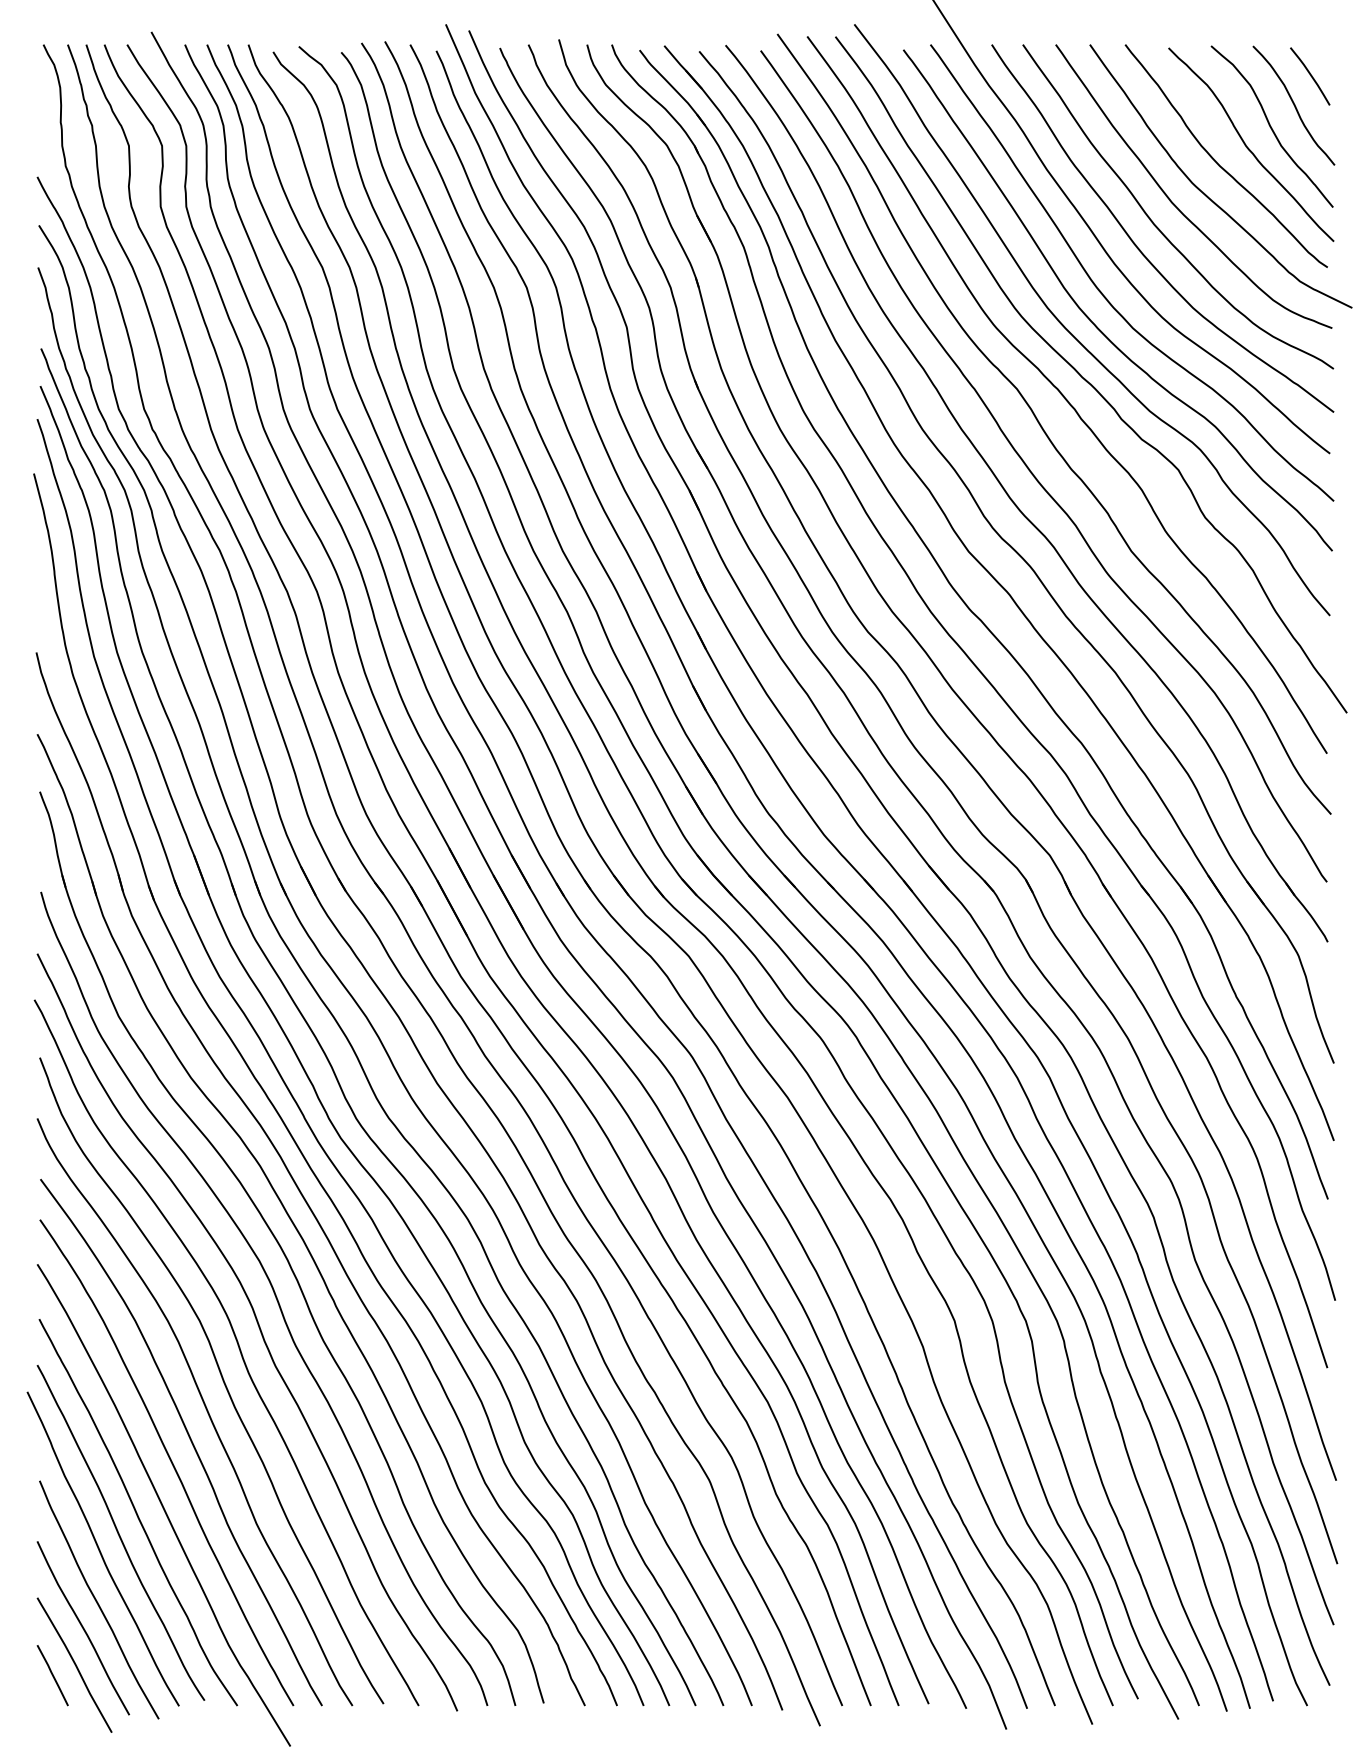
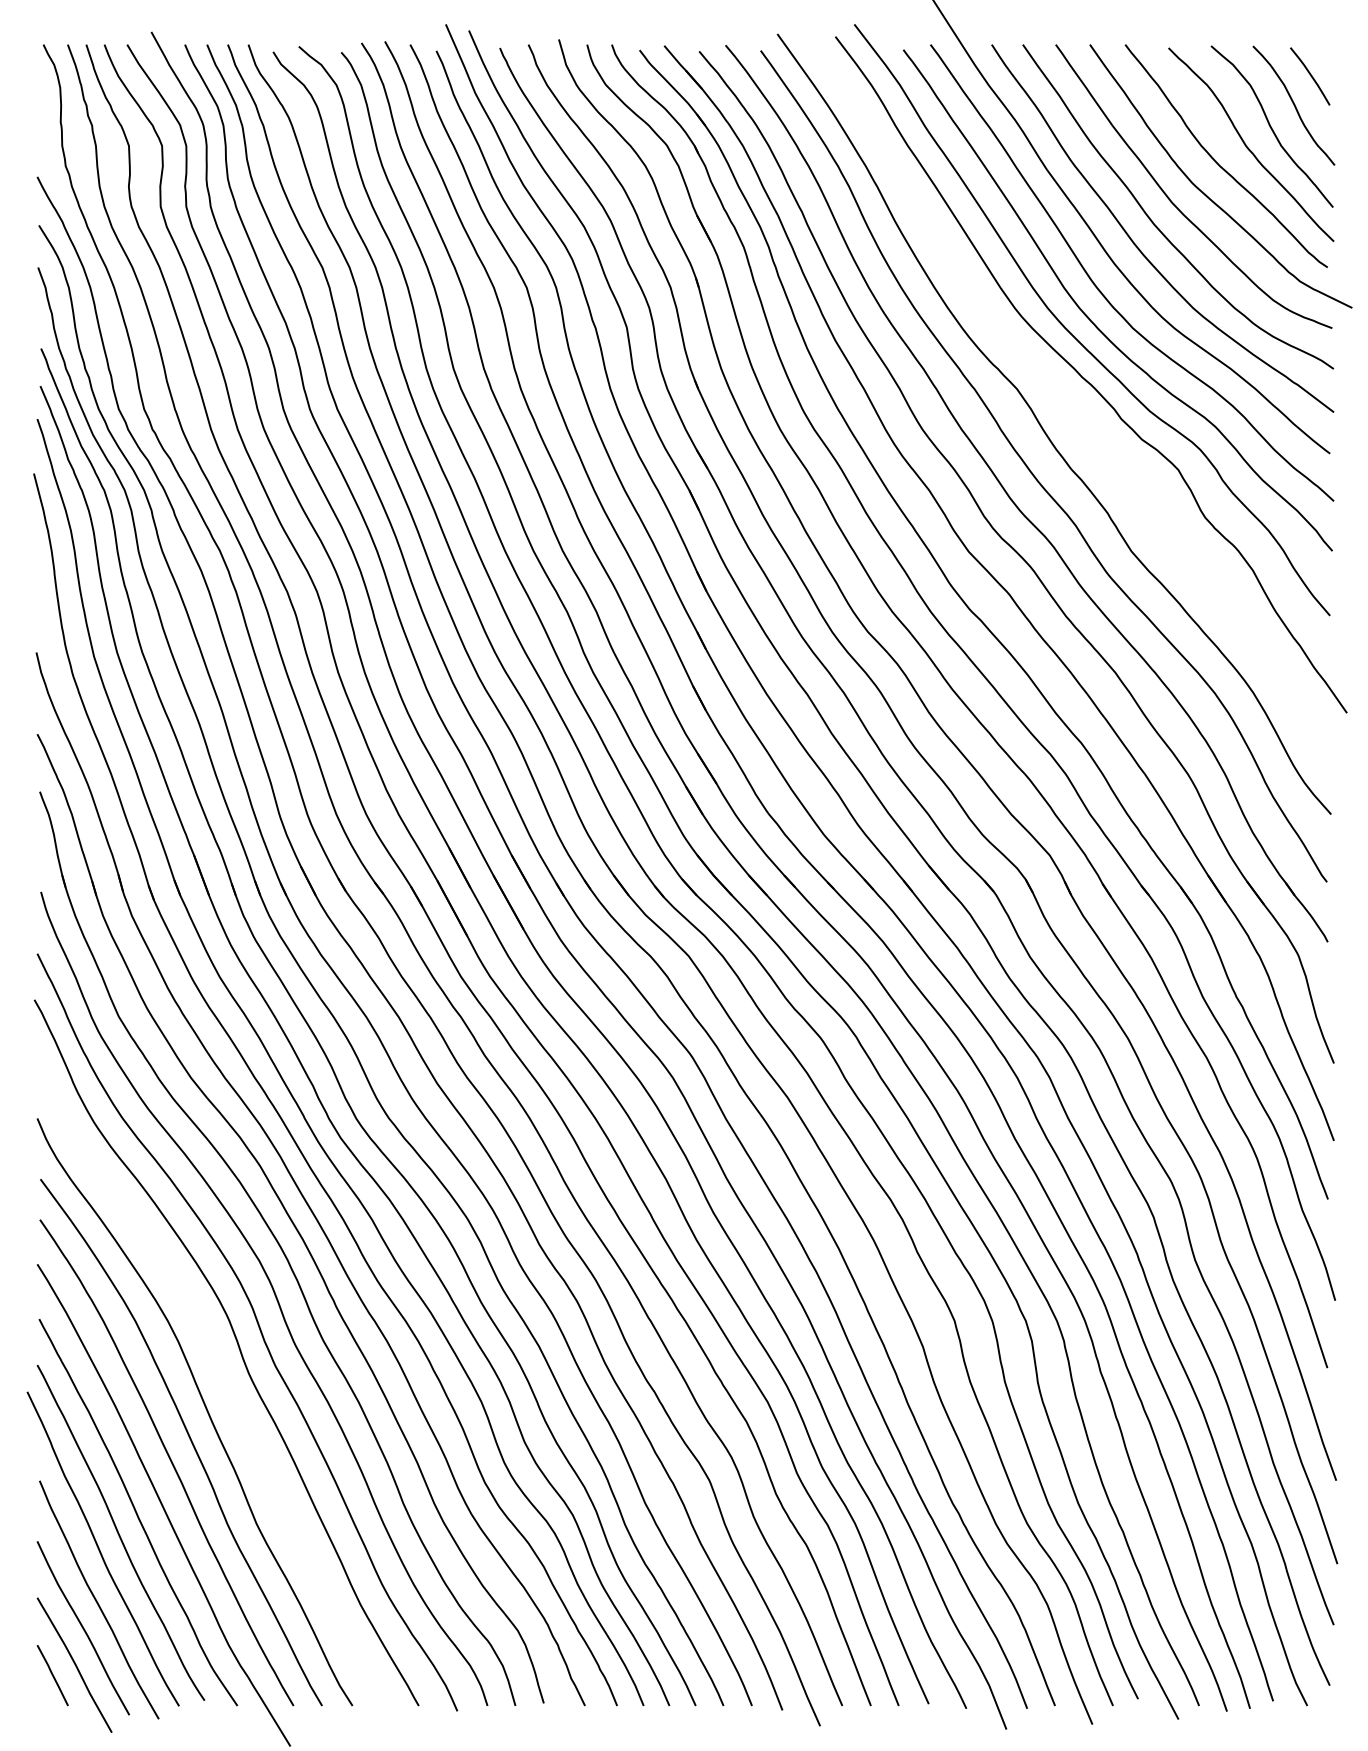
curve at (1064, 395): present -> none
curve at (221, 1378): present -> none
